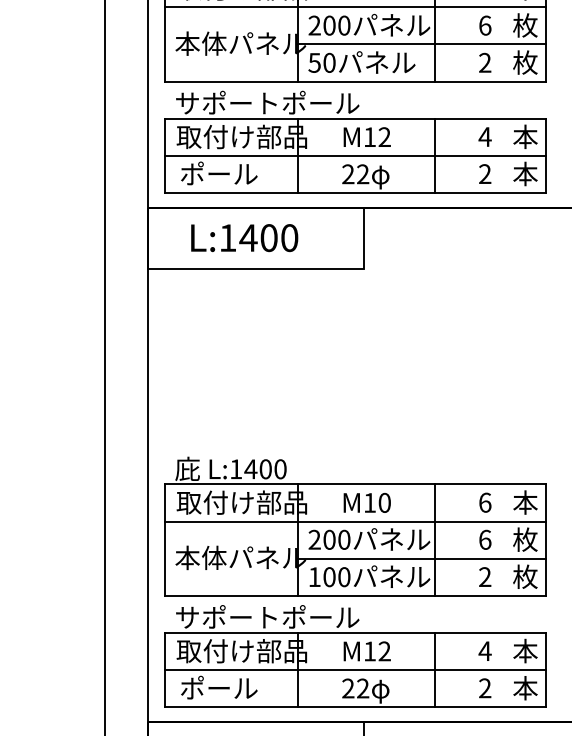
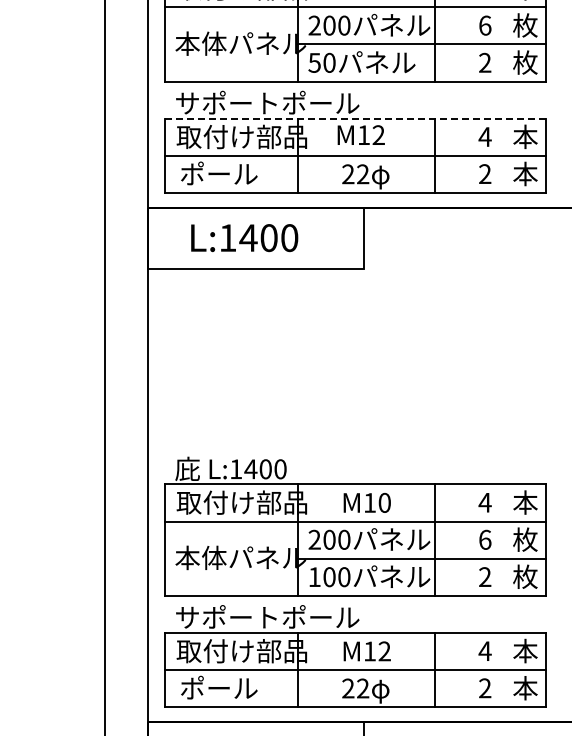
line at (355, 118): solid -> dashed
text at (366, 136) position: (366, 136) -> (360, 134)
text at (484, 502): 6 -> 4
